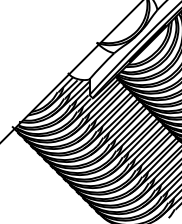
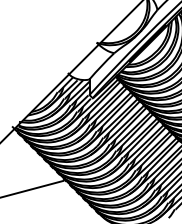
line at (32, 188): none -> present
